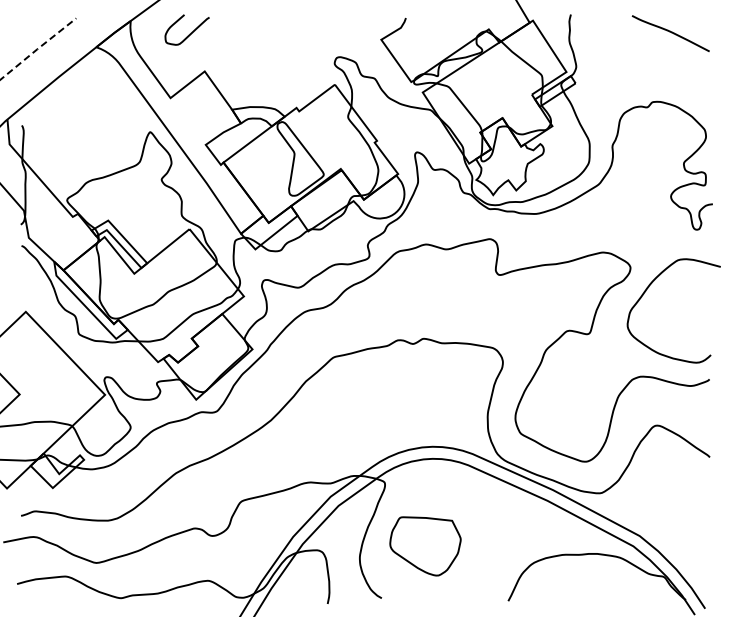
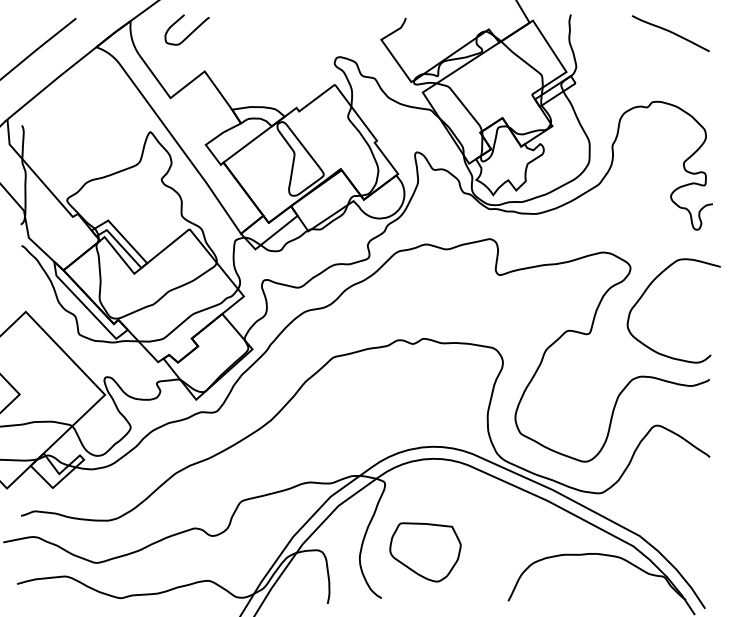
line at (38, 48): dashed -> solid
part at (425, 546) position: (425, 546) -> (425, 552)
